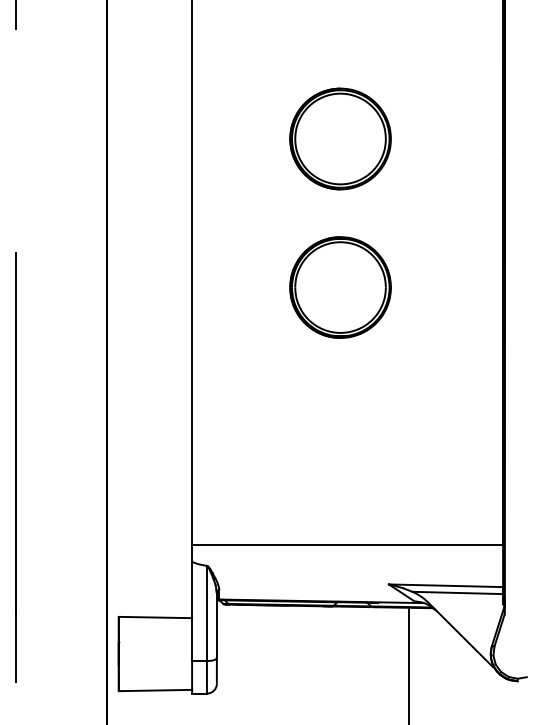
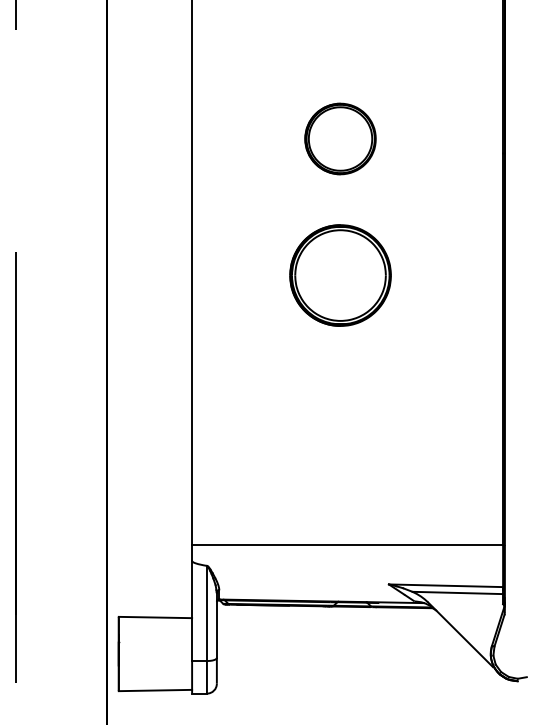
part at (340, 138) size: 103x104 px -> 73x74 px
part at (340, 287) position: (340, 287) -> (340, 275)
line at (408, 664): present -> none
